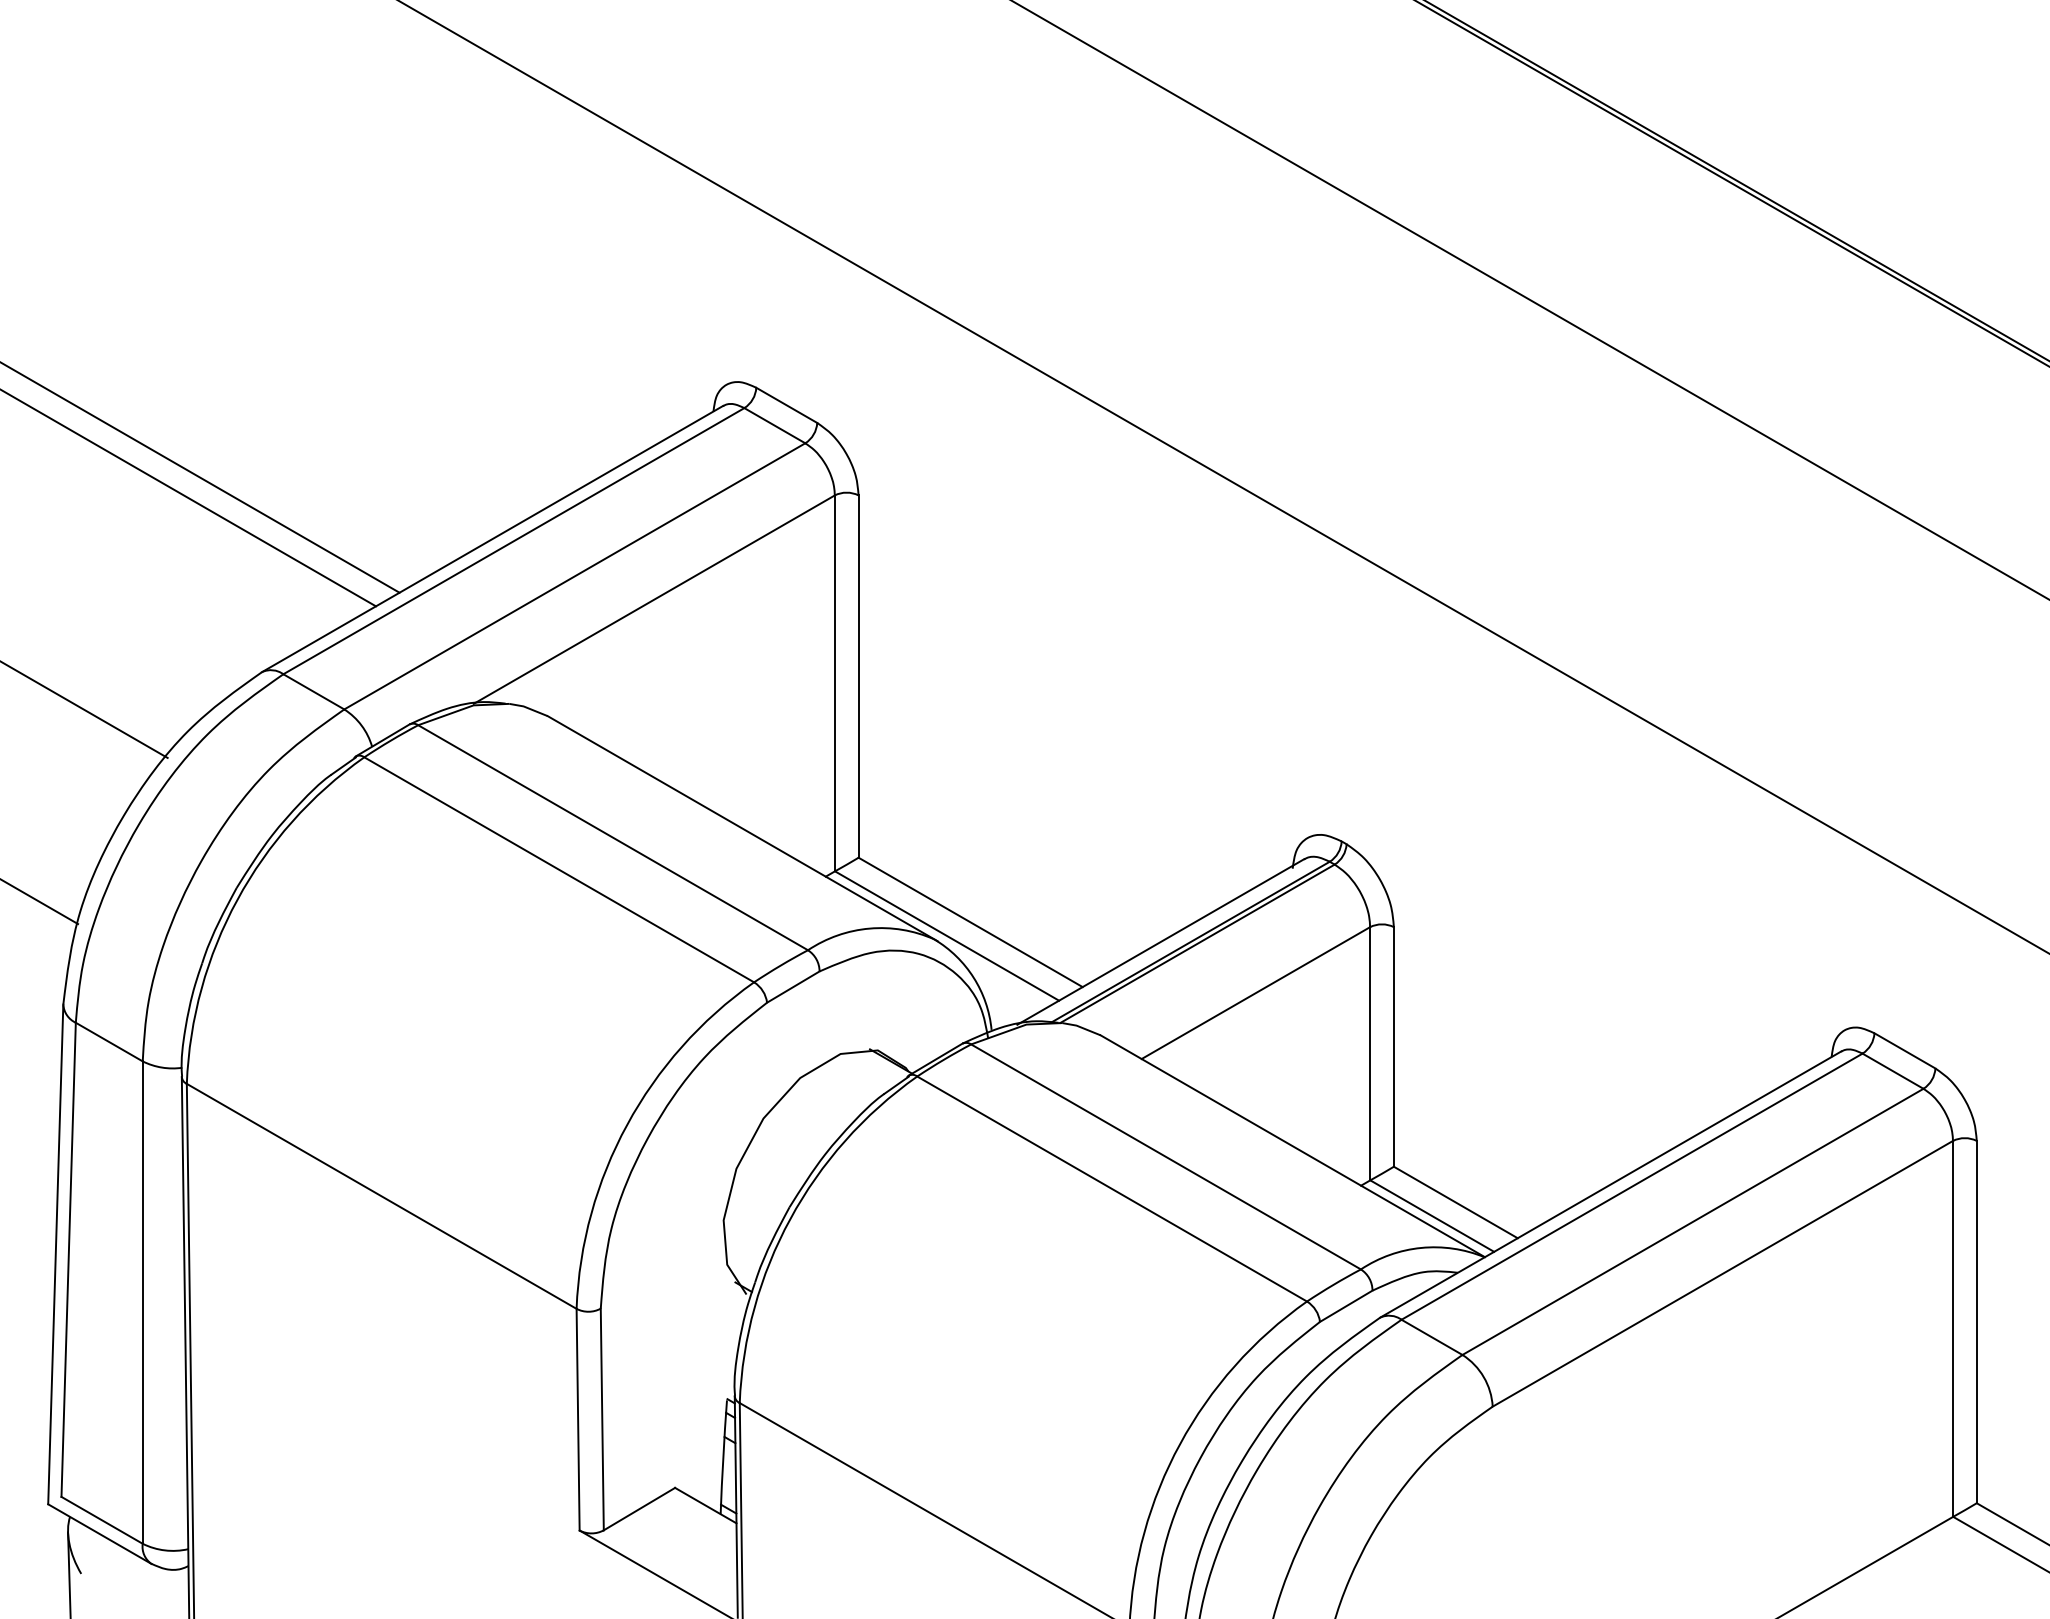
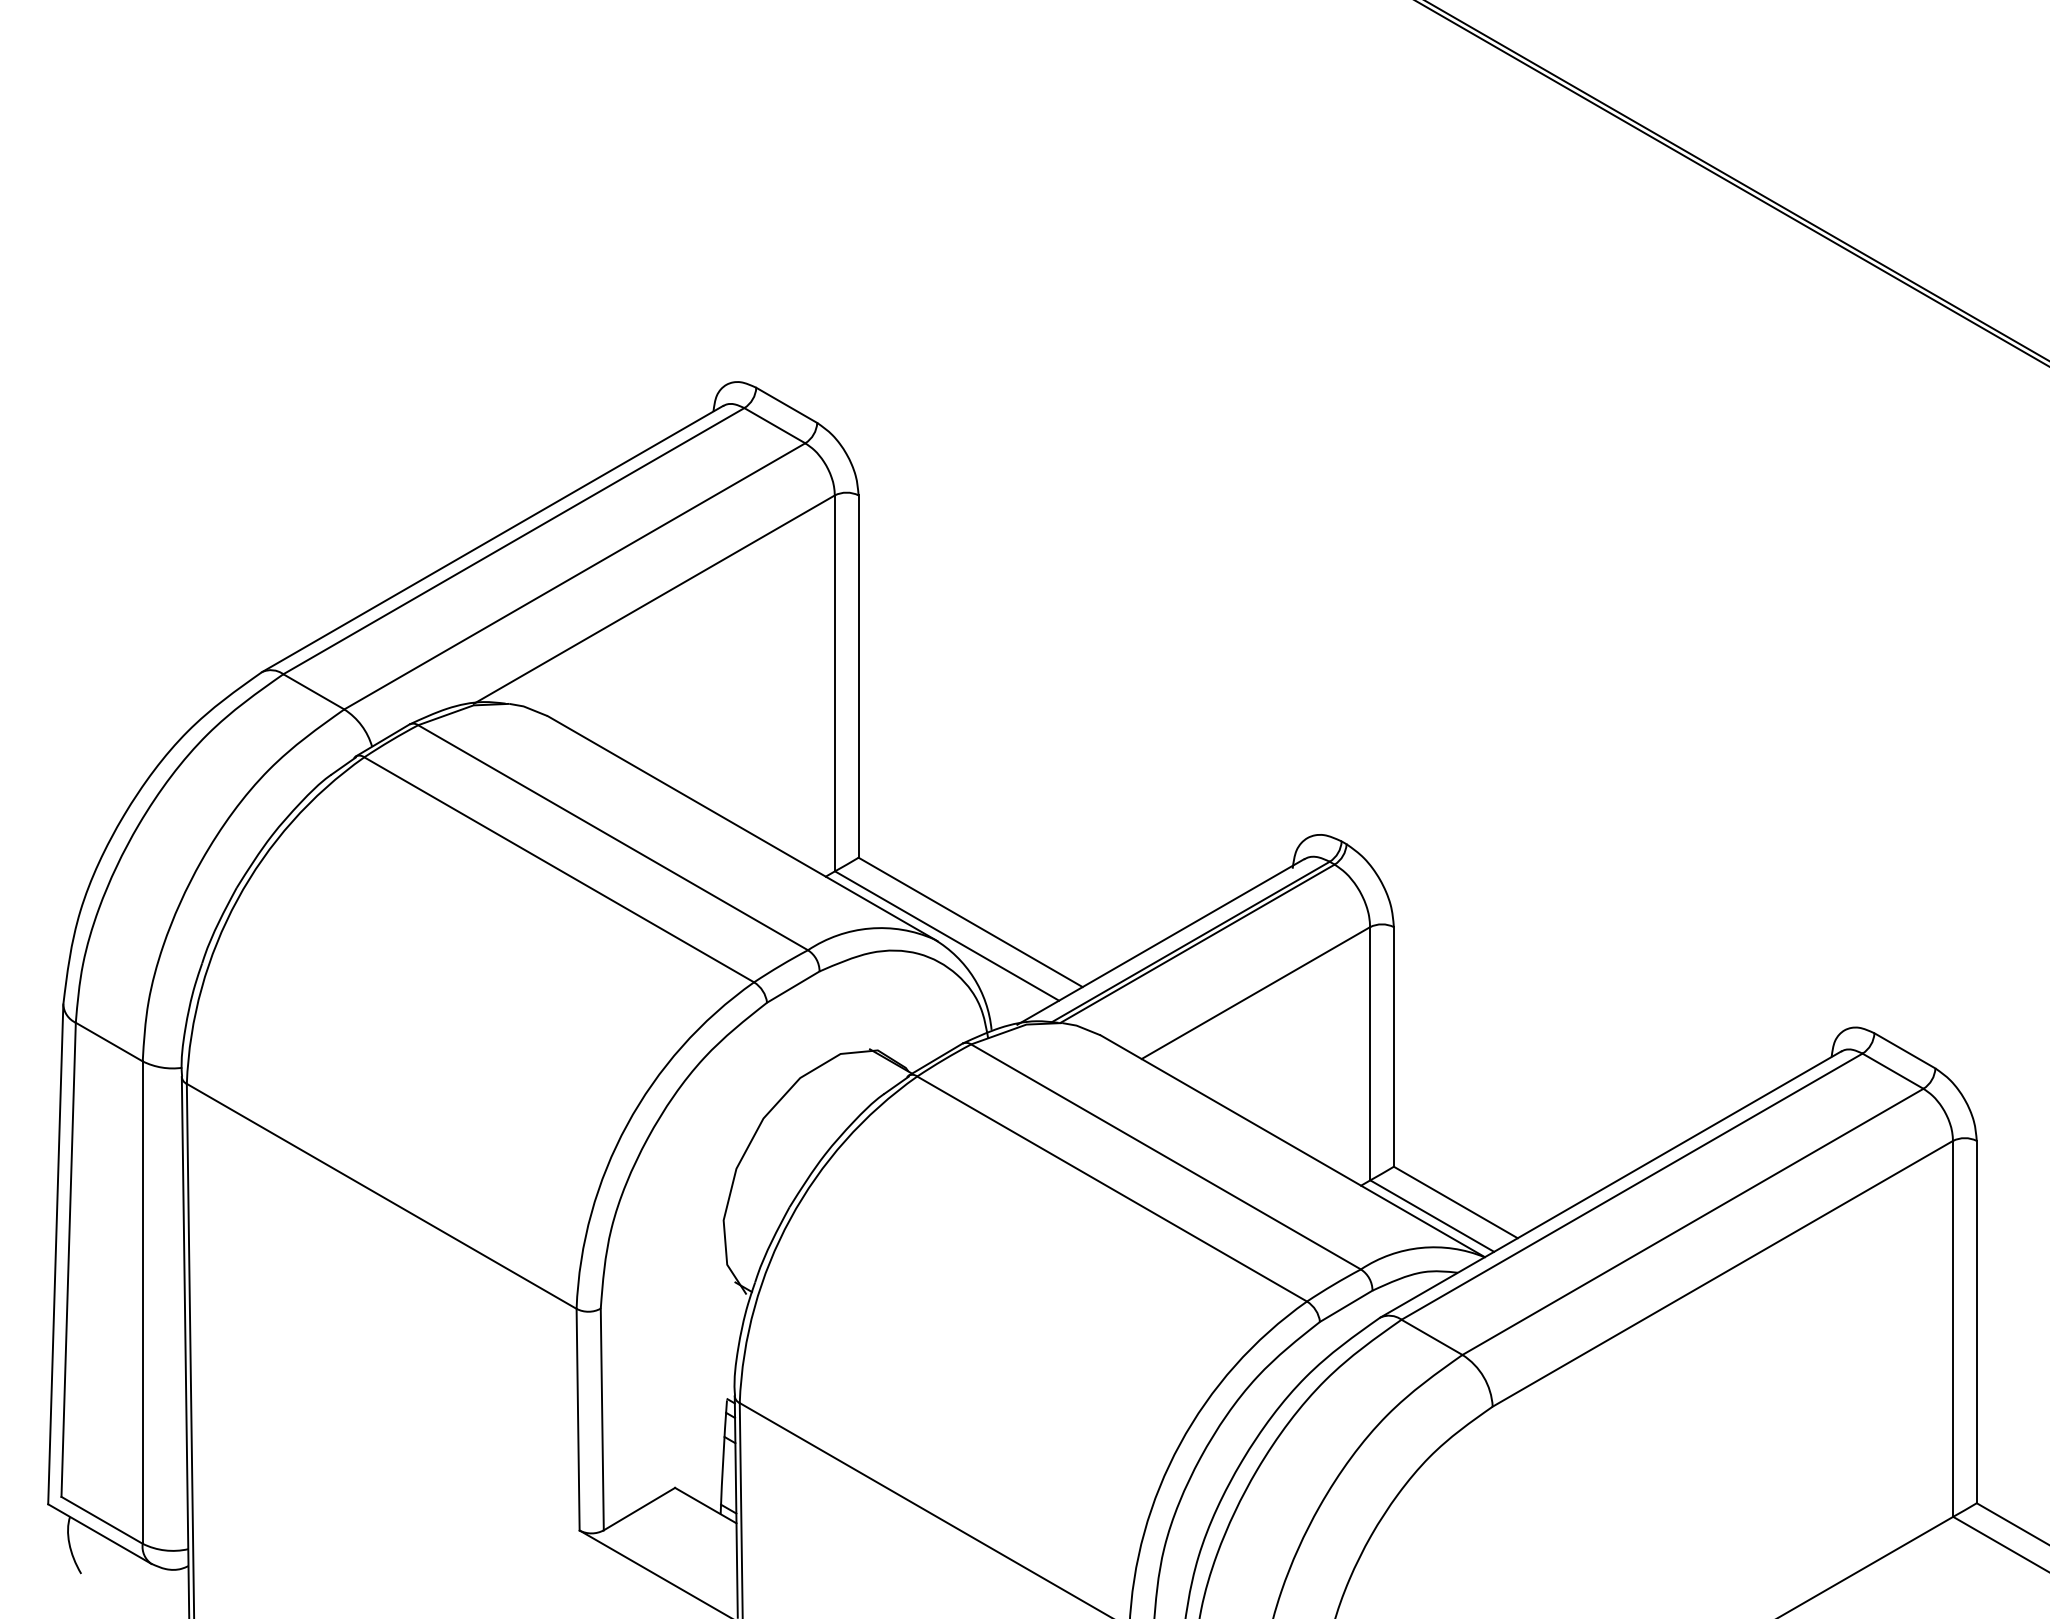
line at (1530, 300): present -> none
line at (200, 477): present -> none
line at (1223, 477): present -> none
line at (188, 498): present -> none
line at (84, 709): present -> none
line at (40, 902): present -> none
line at (69, 1573): present -> none
